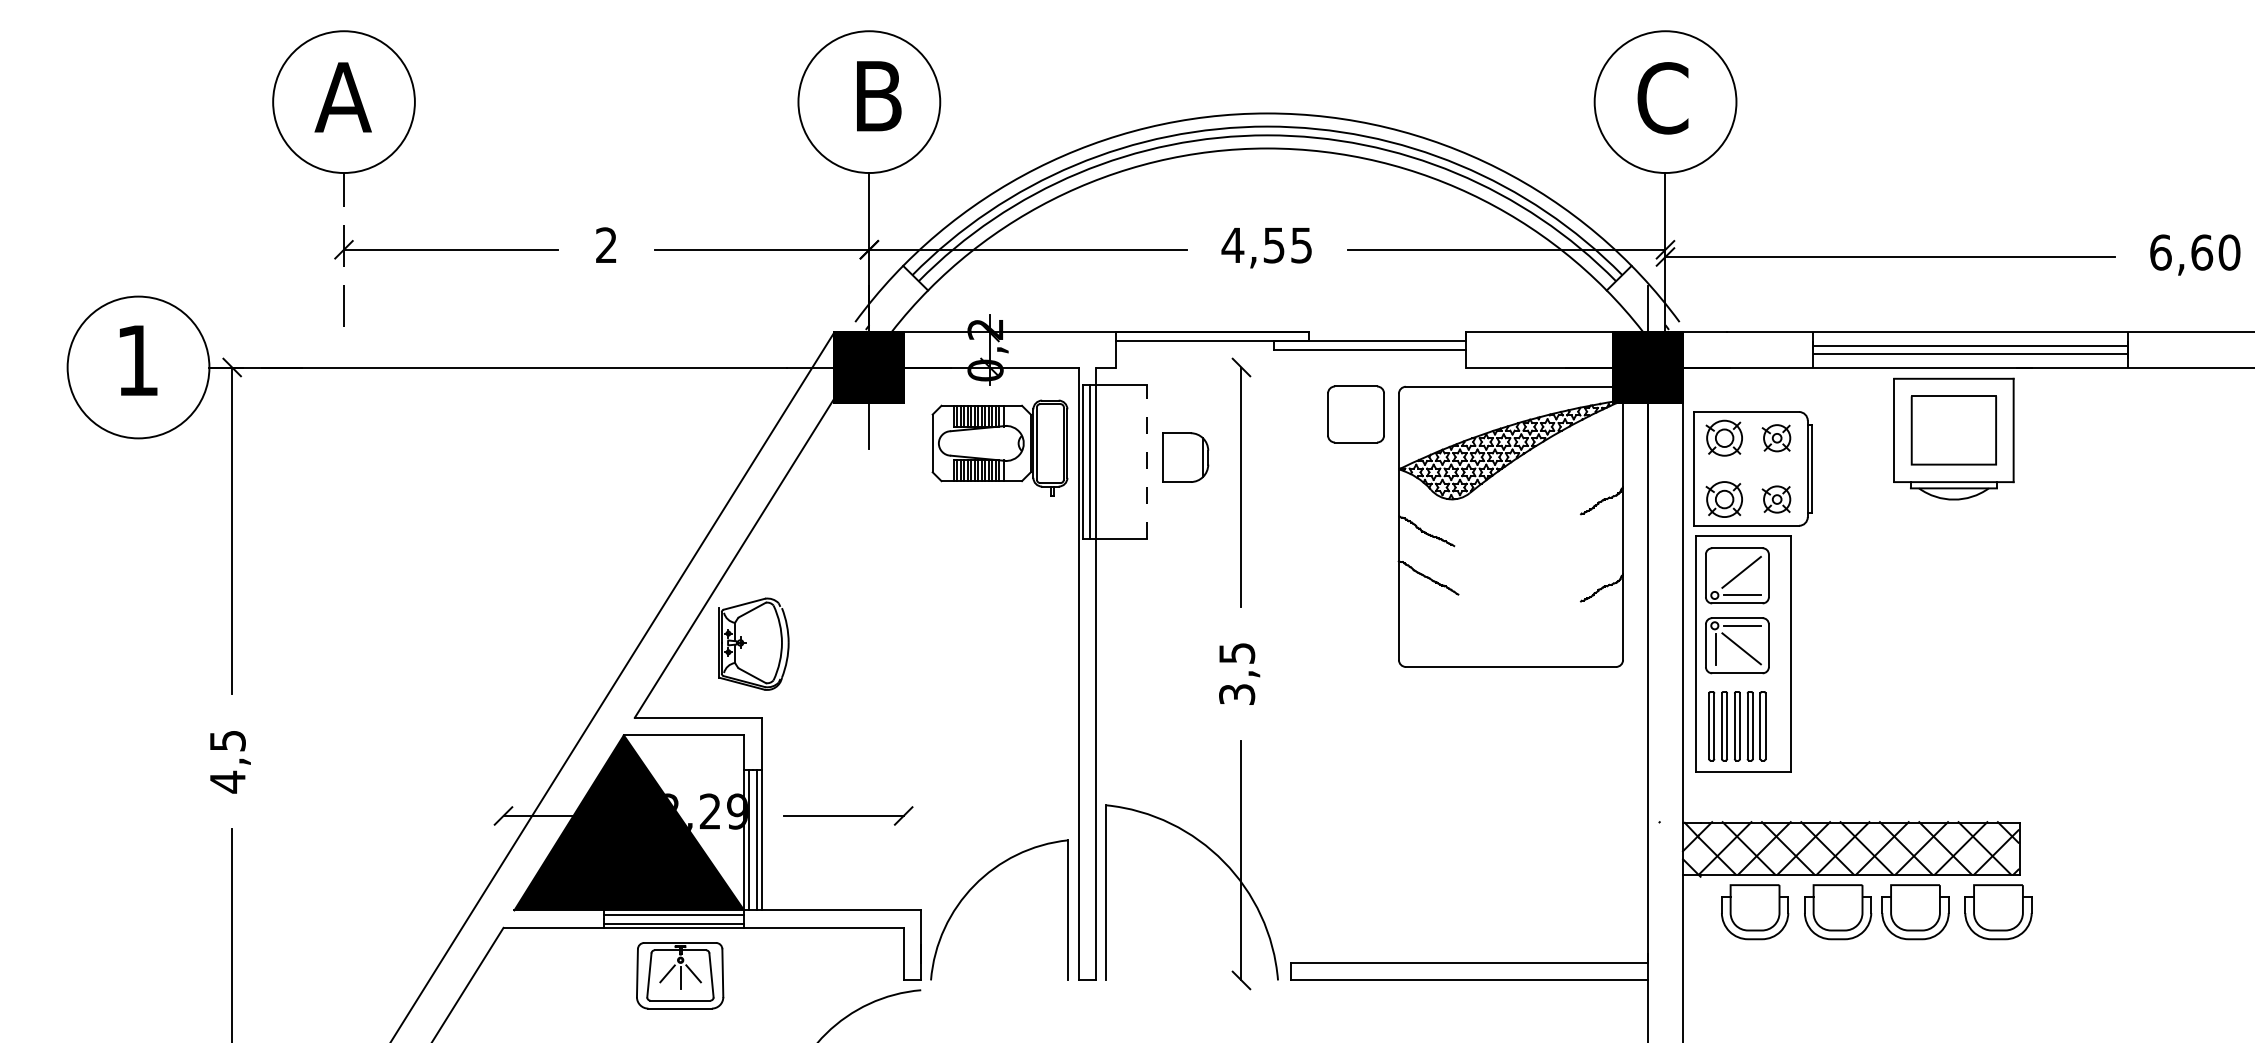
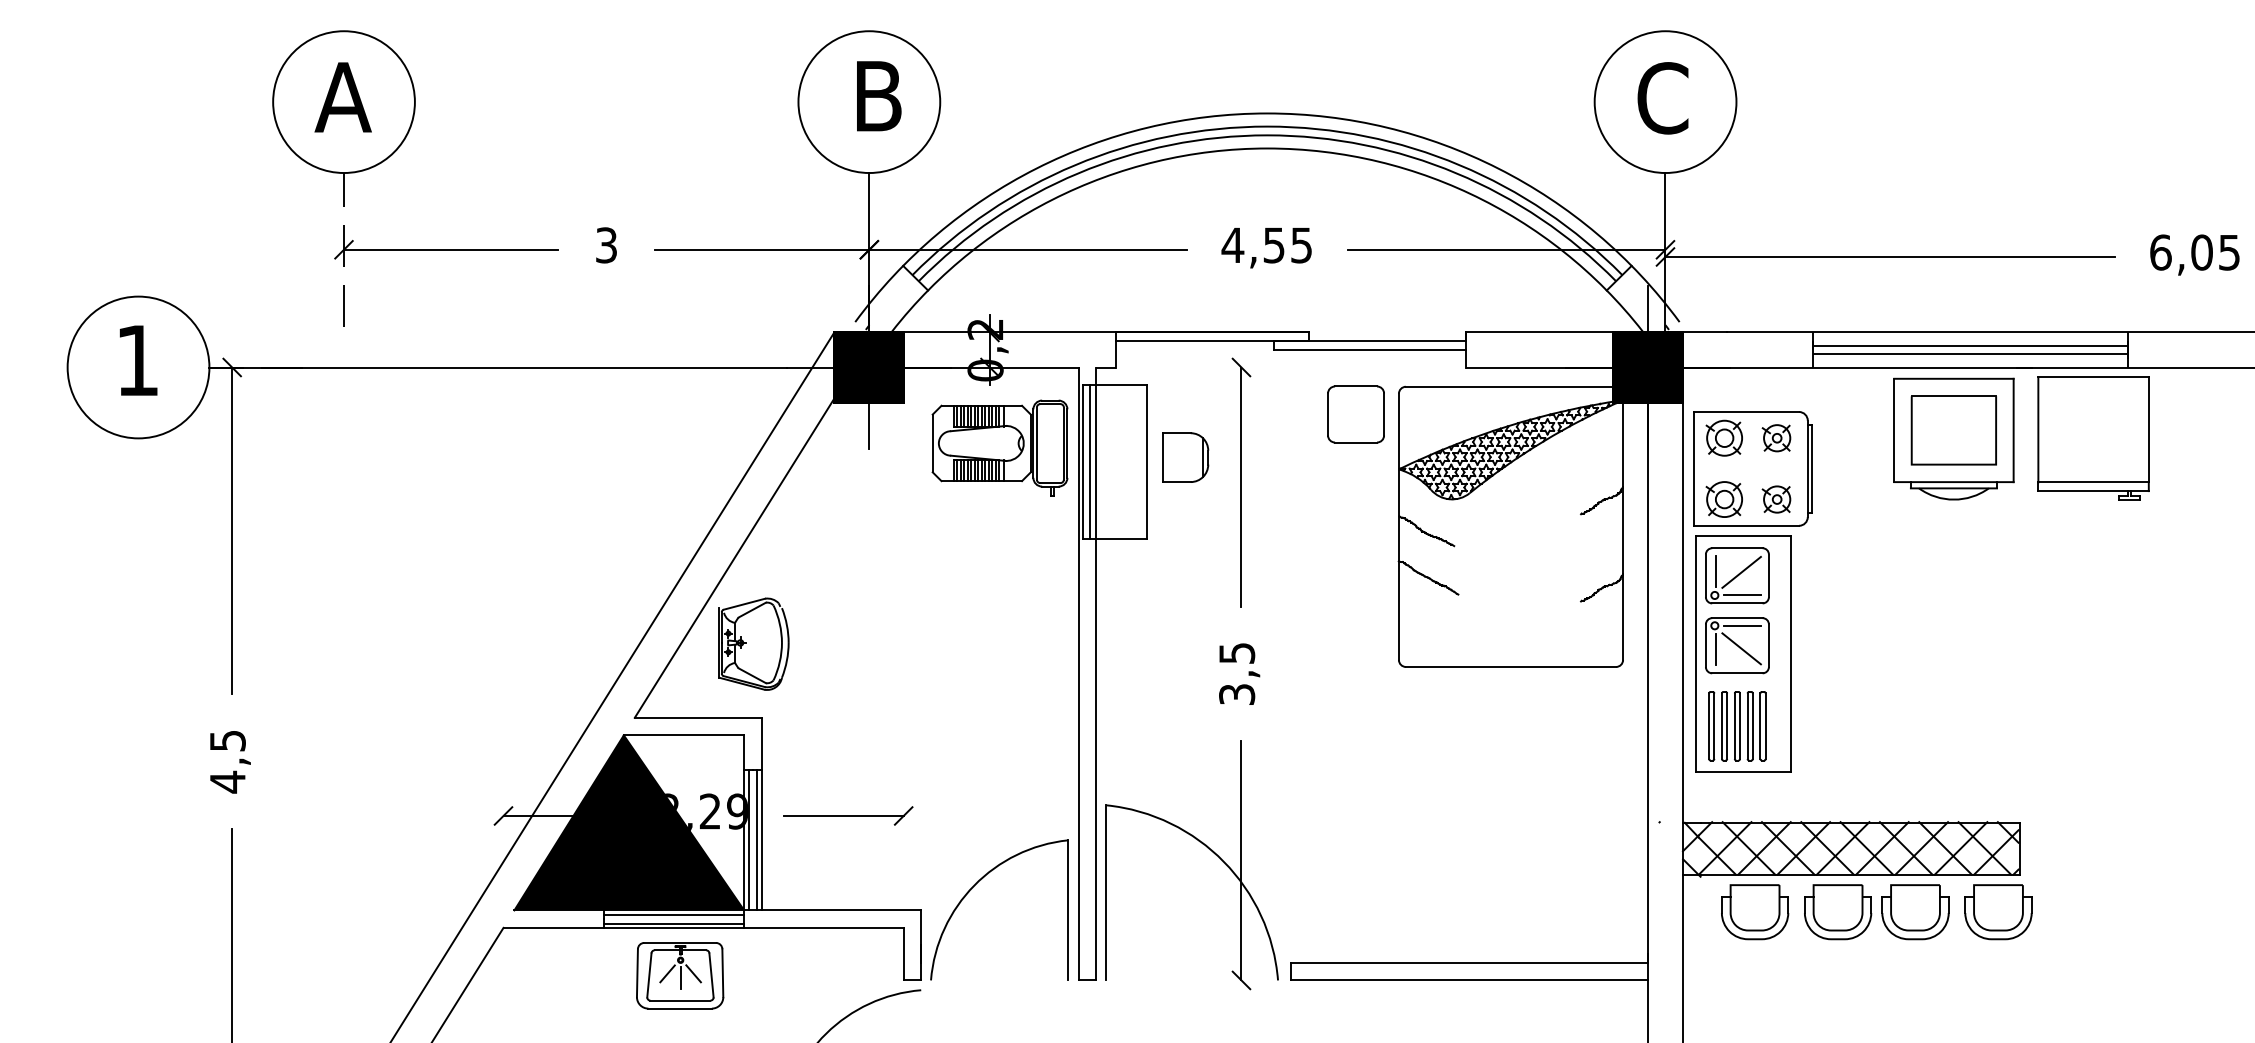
text at (606, 245): 2 -> 3
text at (2215, 252): 6,60 -> 6,05
part at (2093, 438): none -> present
line at (1146, 461): dashed -> solid
line at (1716, 571): none -> present
